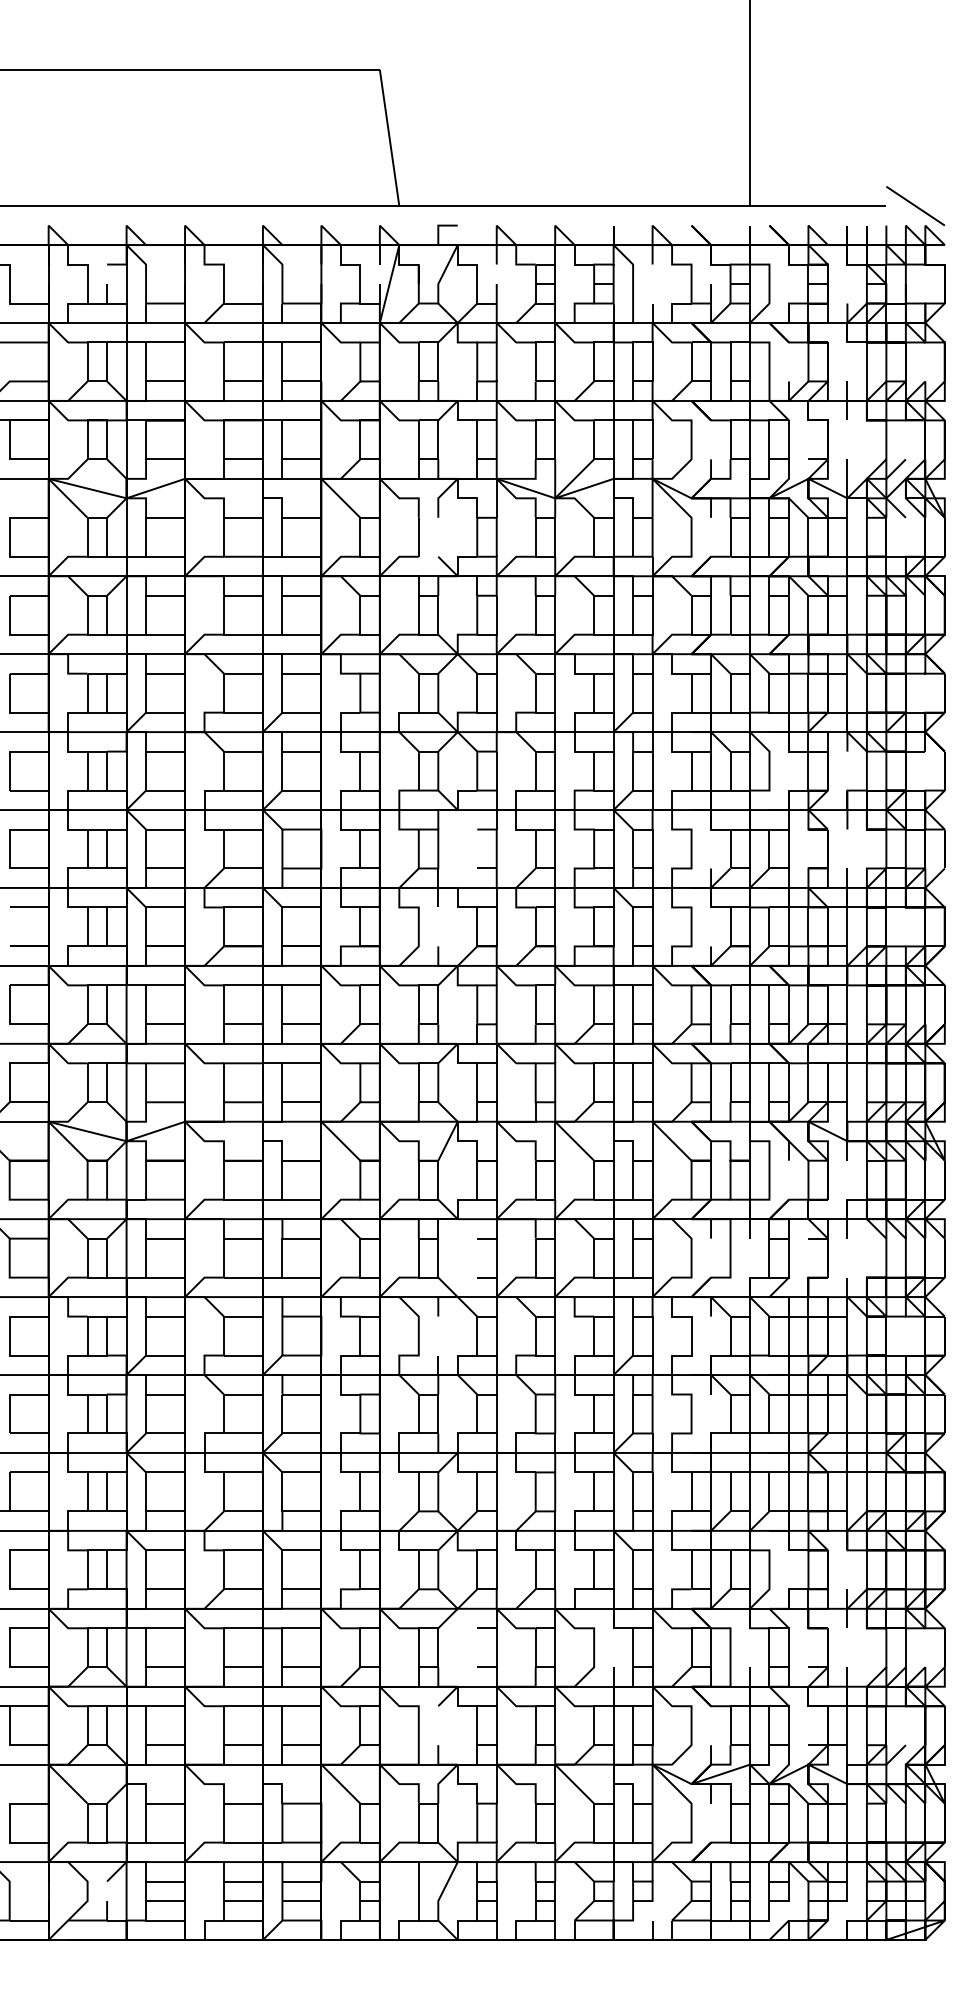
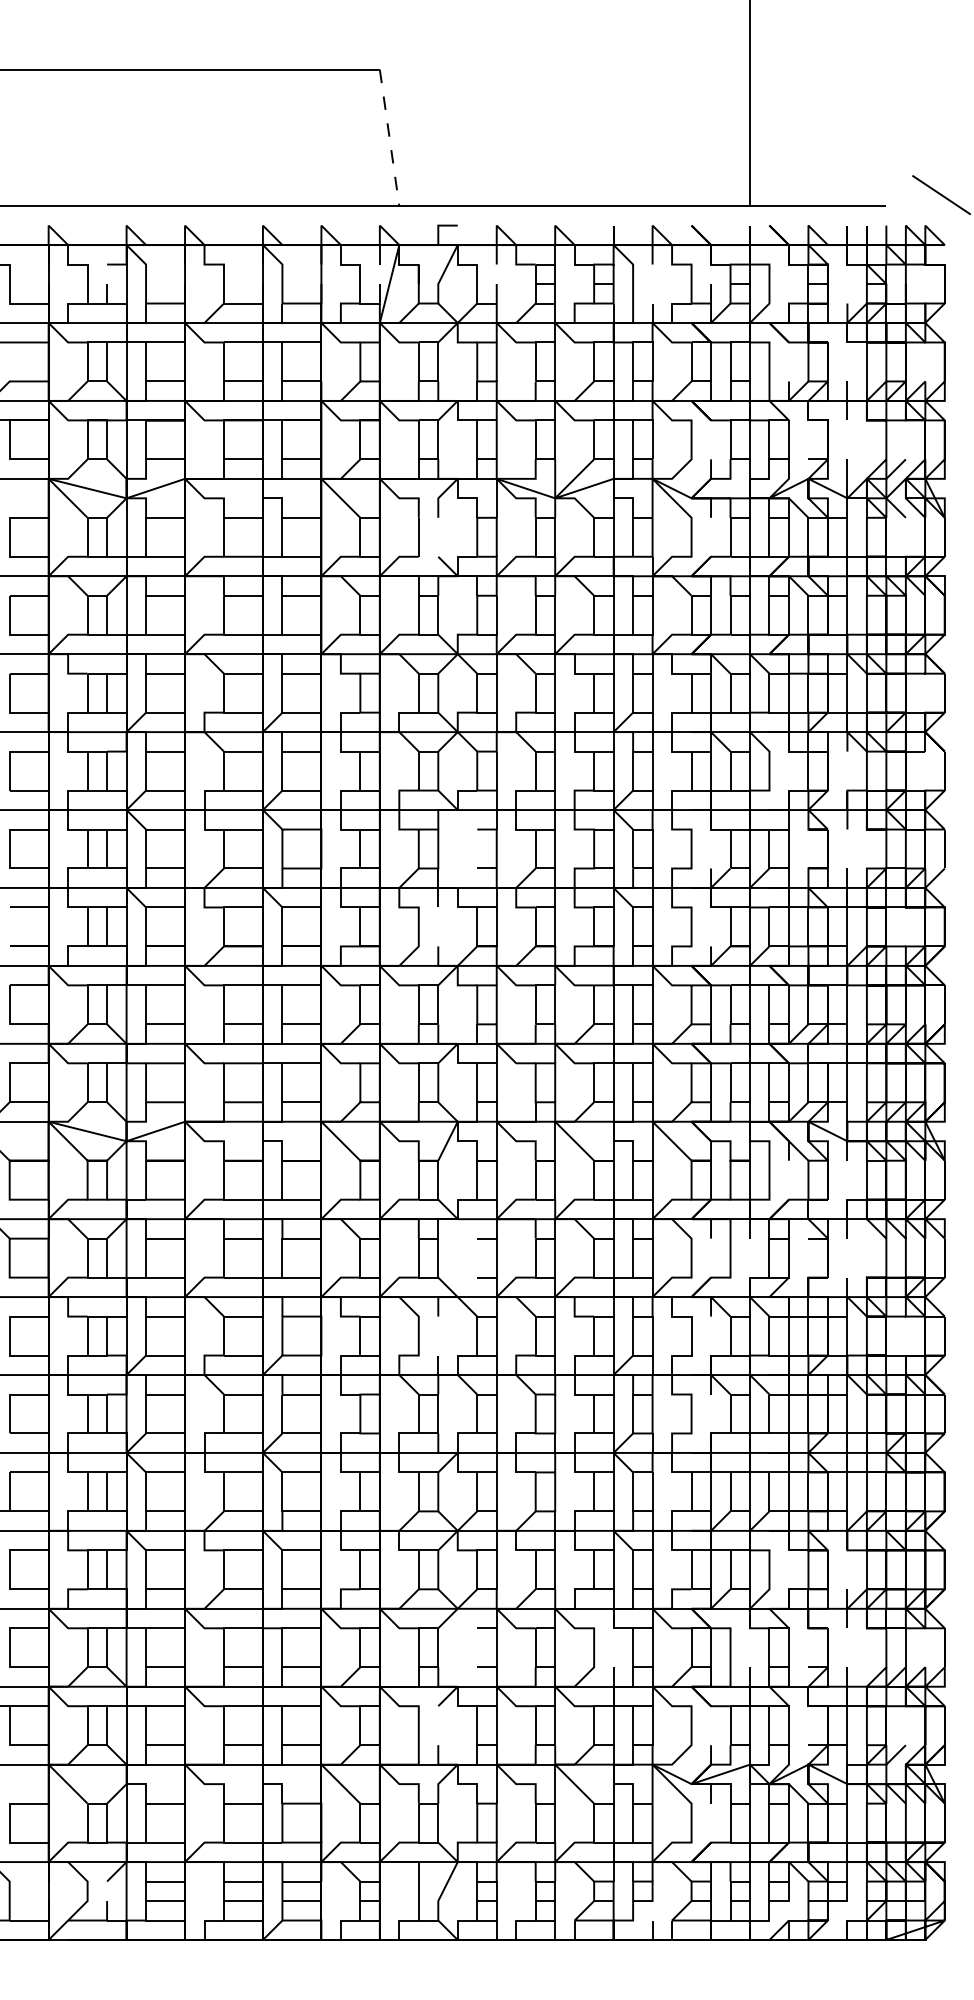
line at (389, 137): solid -> dashed
line at (915, 206) position: (915, 206) -> (941, 195)
